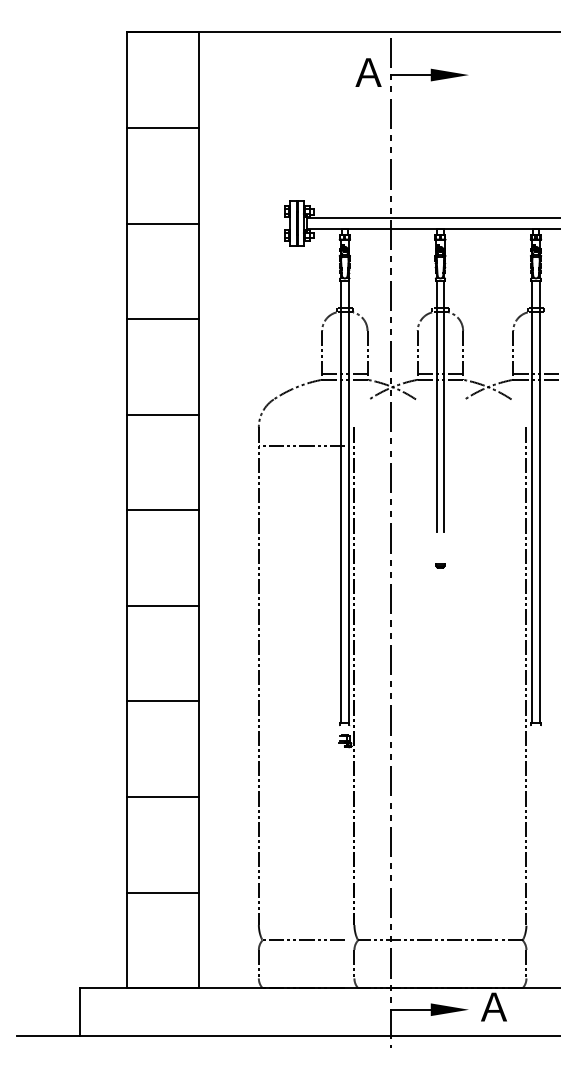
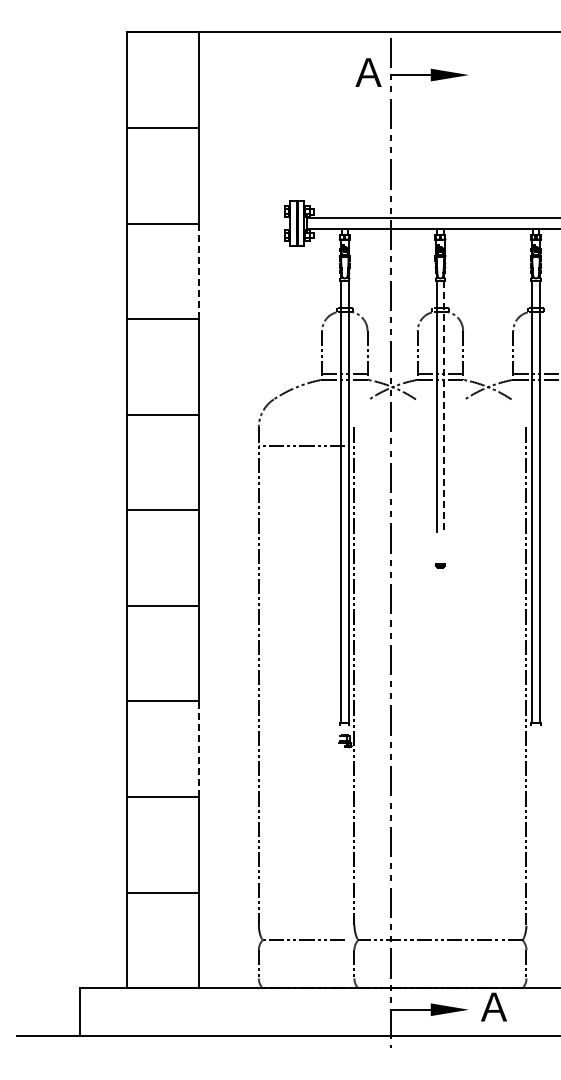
line at (199, 271): solid -> dashed
line at (444, 406): solid -> dashed
line at (199, 749): solid -> dashed
